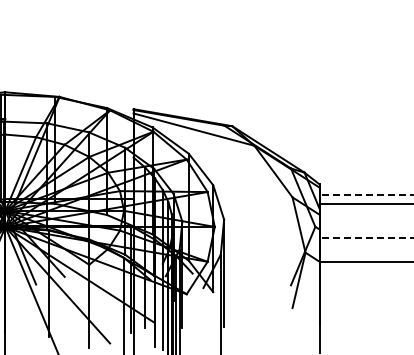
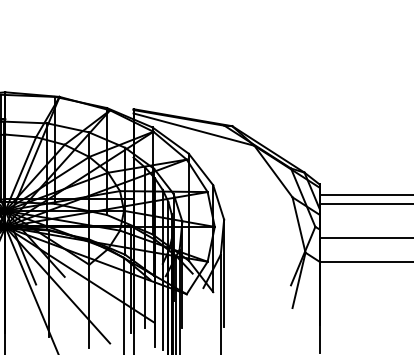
line at (366, 194): dashed -> solid
line at (366, 237): dashed -> solid
